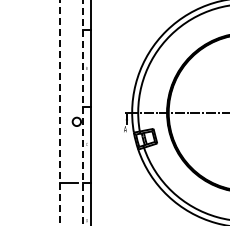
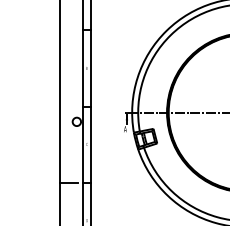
line at (60, 113): dashed -> solid
line at (82, 113): dashed -> solid
